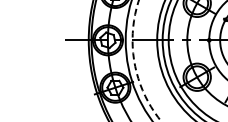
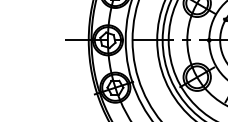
circle at (146, 60): dashed -> solid
